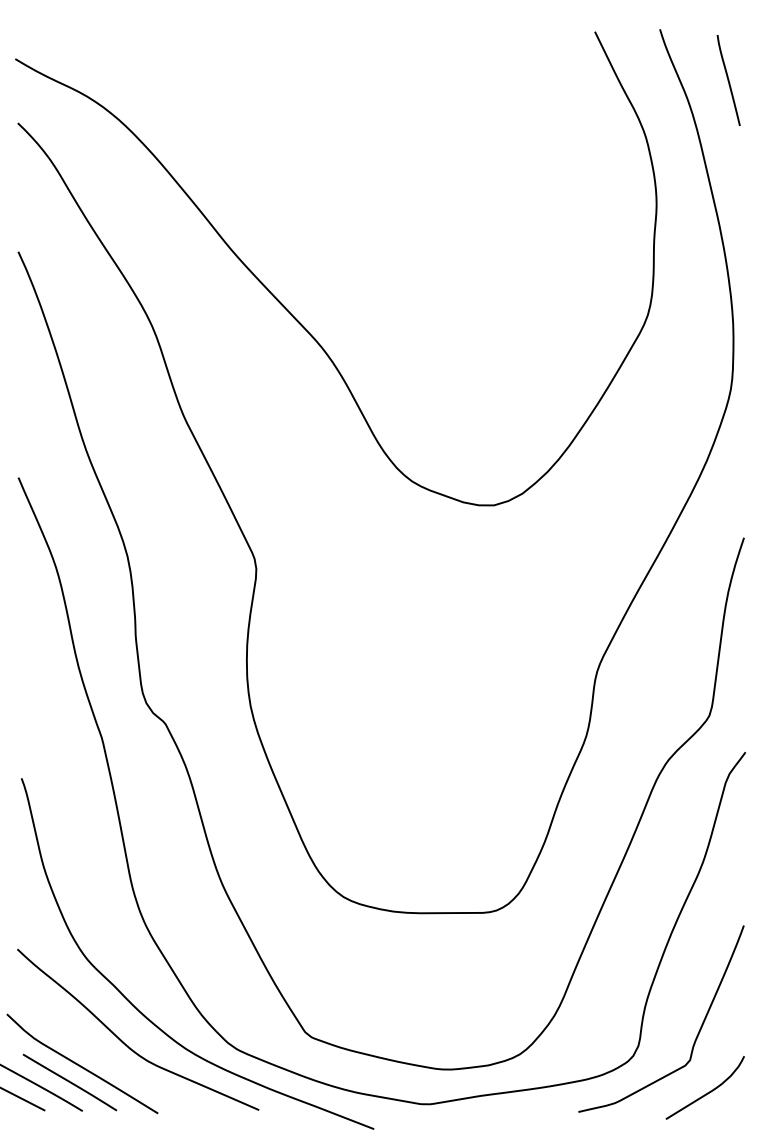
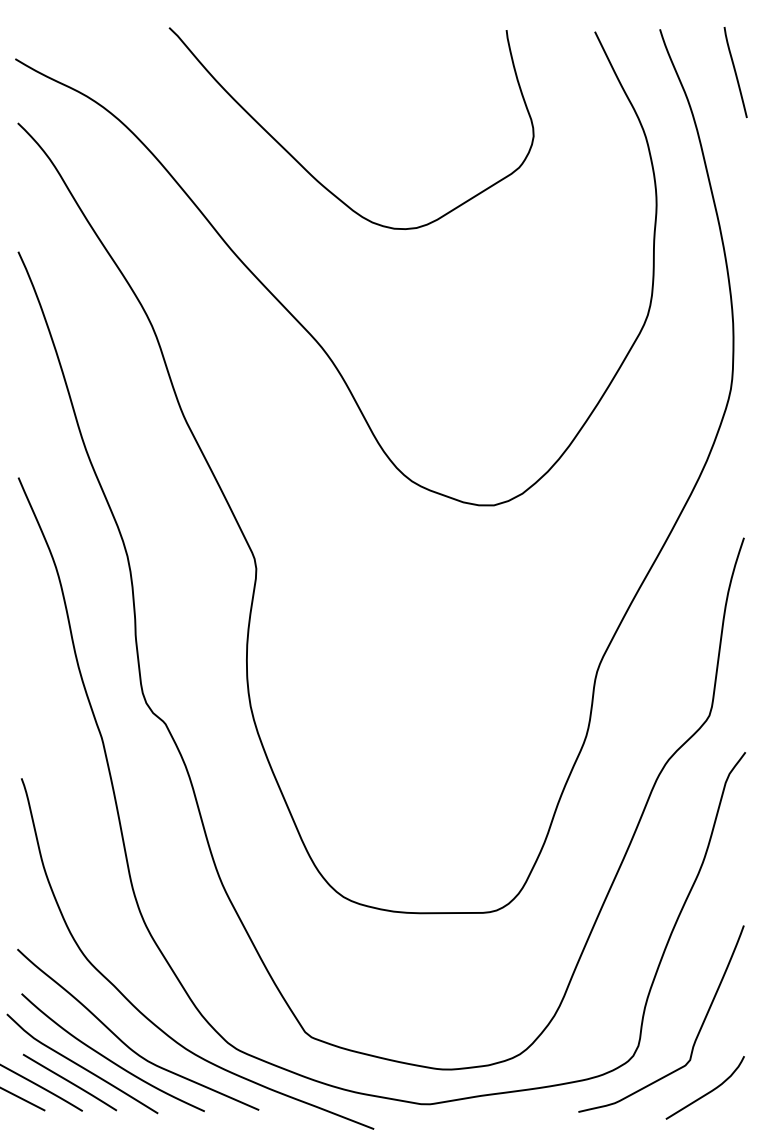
line at (728, 80) position: (728, 80) -> (735, 72)
curve at (314, 176): none -> present
curve at (107, 1057): none -> present
